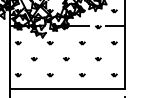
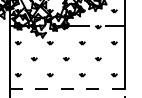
line at (67, 89): solid -> dashed
